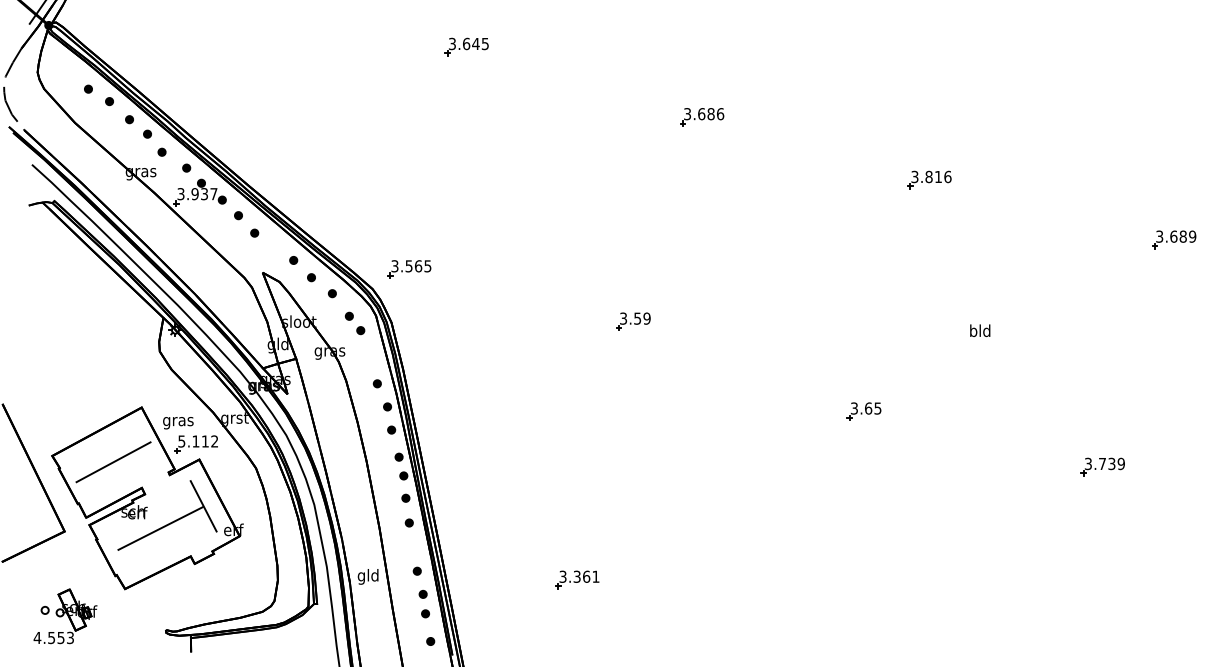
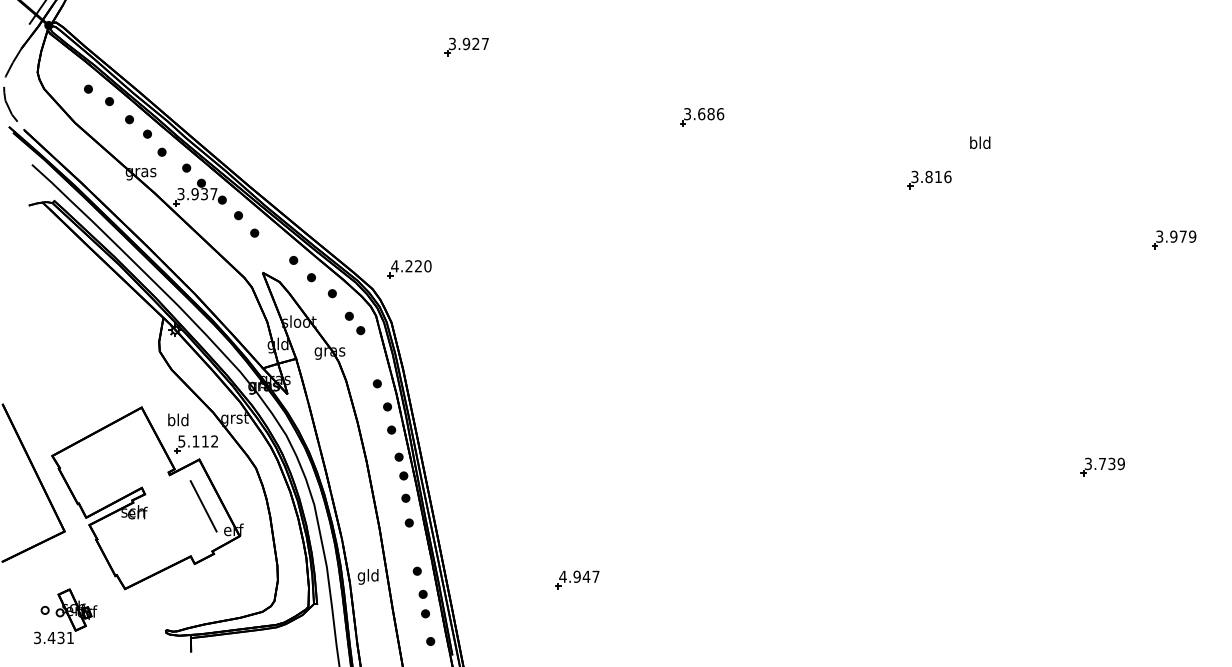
text at (475, 43): 3.645 -> 3.927
text at (1178, 236): 3.689 -> 3.979
text at (411, 266): 3.565 -> 4.220
part at (633, 321): present -> none
text at (980, 330) position: (980, 330) -> (980, 142)
part at (863, 411): present -> none
text at (178, 421): gras -> bld
line at (113, 462): present -> none
line at (160, 528): present -> none
text at (579, 576): 3.361 -> 4.947
text at (53, 637): 4.553 -> 3.431
